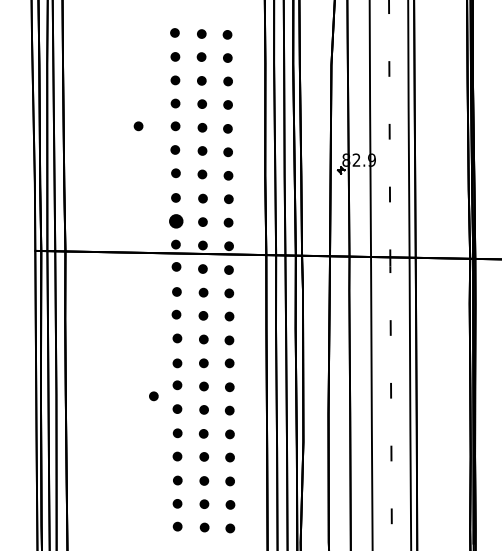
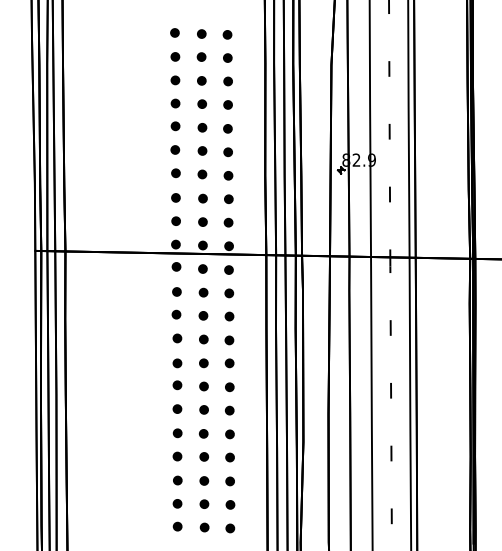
part at (138, 126): present -> none
part at (176, 221) size: 15x15 px -> 10x10 px
part at (153, 396): present -> none
